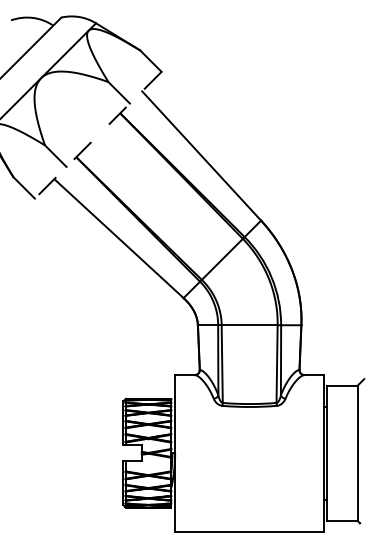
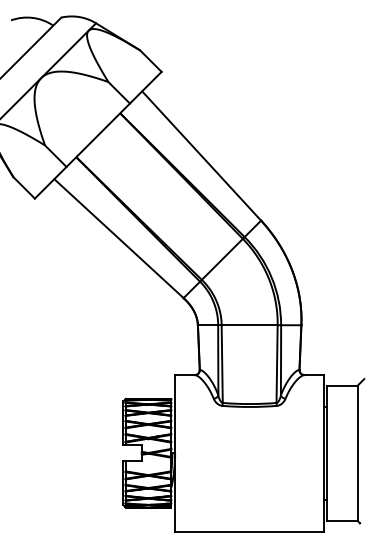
line at (98, 135): dashed -> solid
